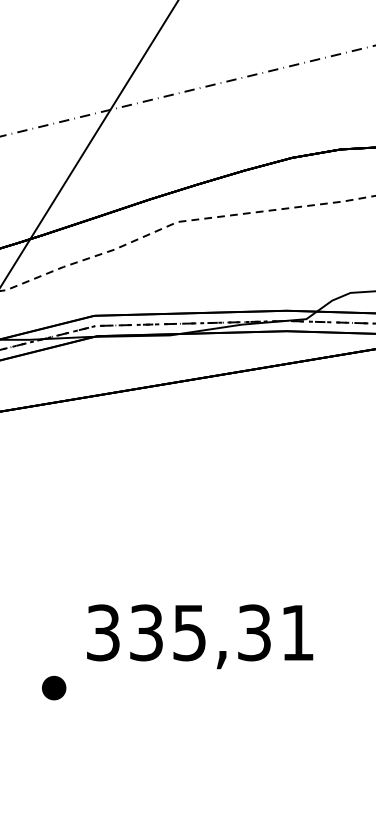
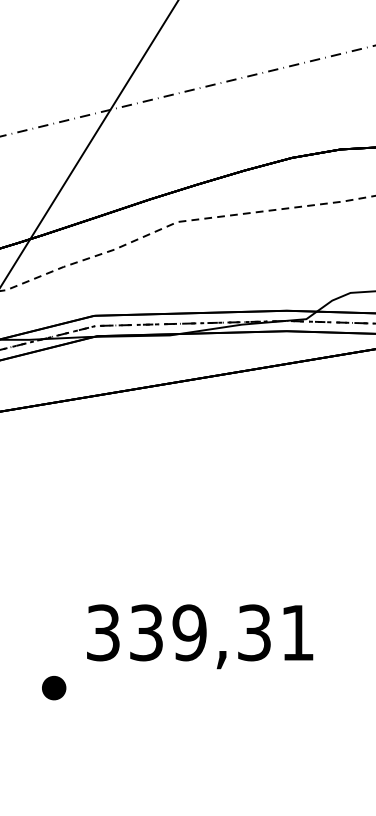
text at (189, 632): 335,31 -> 339,31
